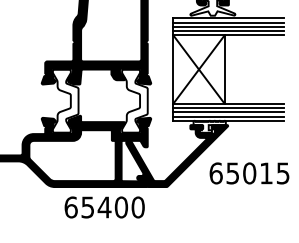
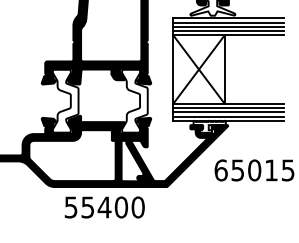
text at (249, 173) position: (249, 173) -> (254, 170)
text at (70, 207): 65400 -> 55400
